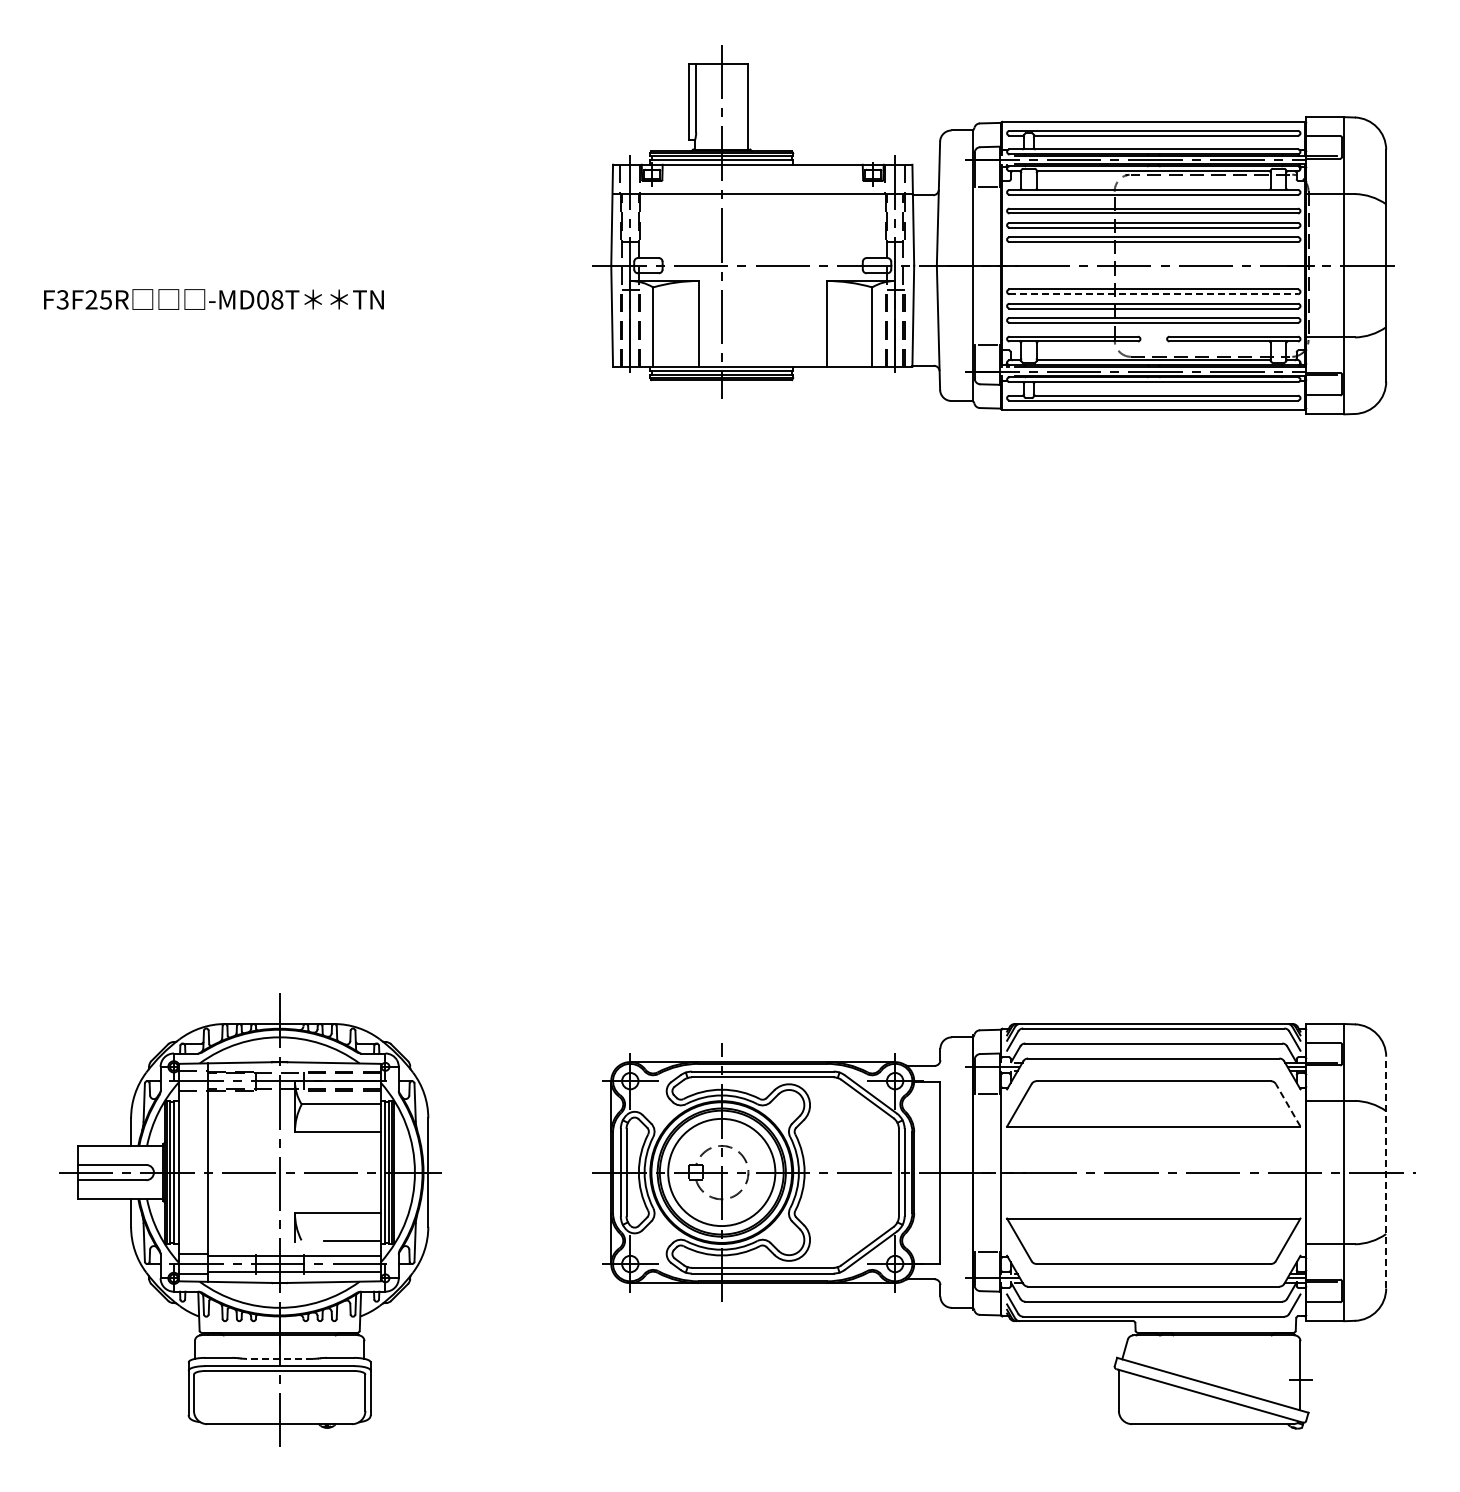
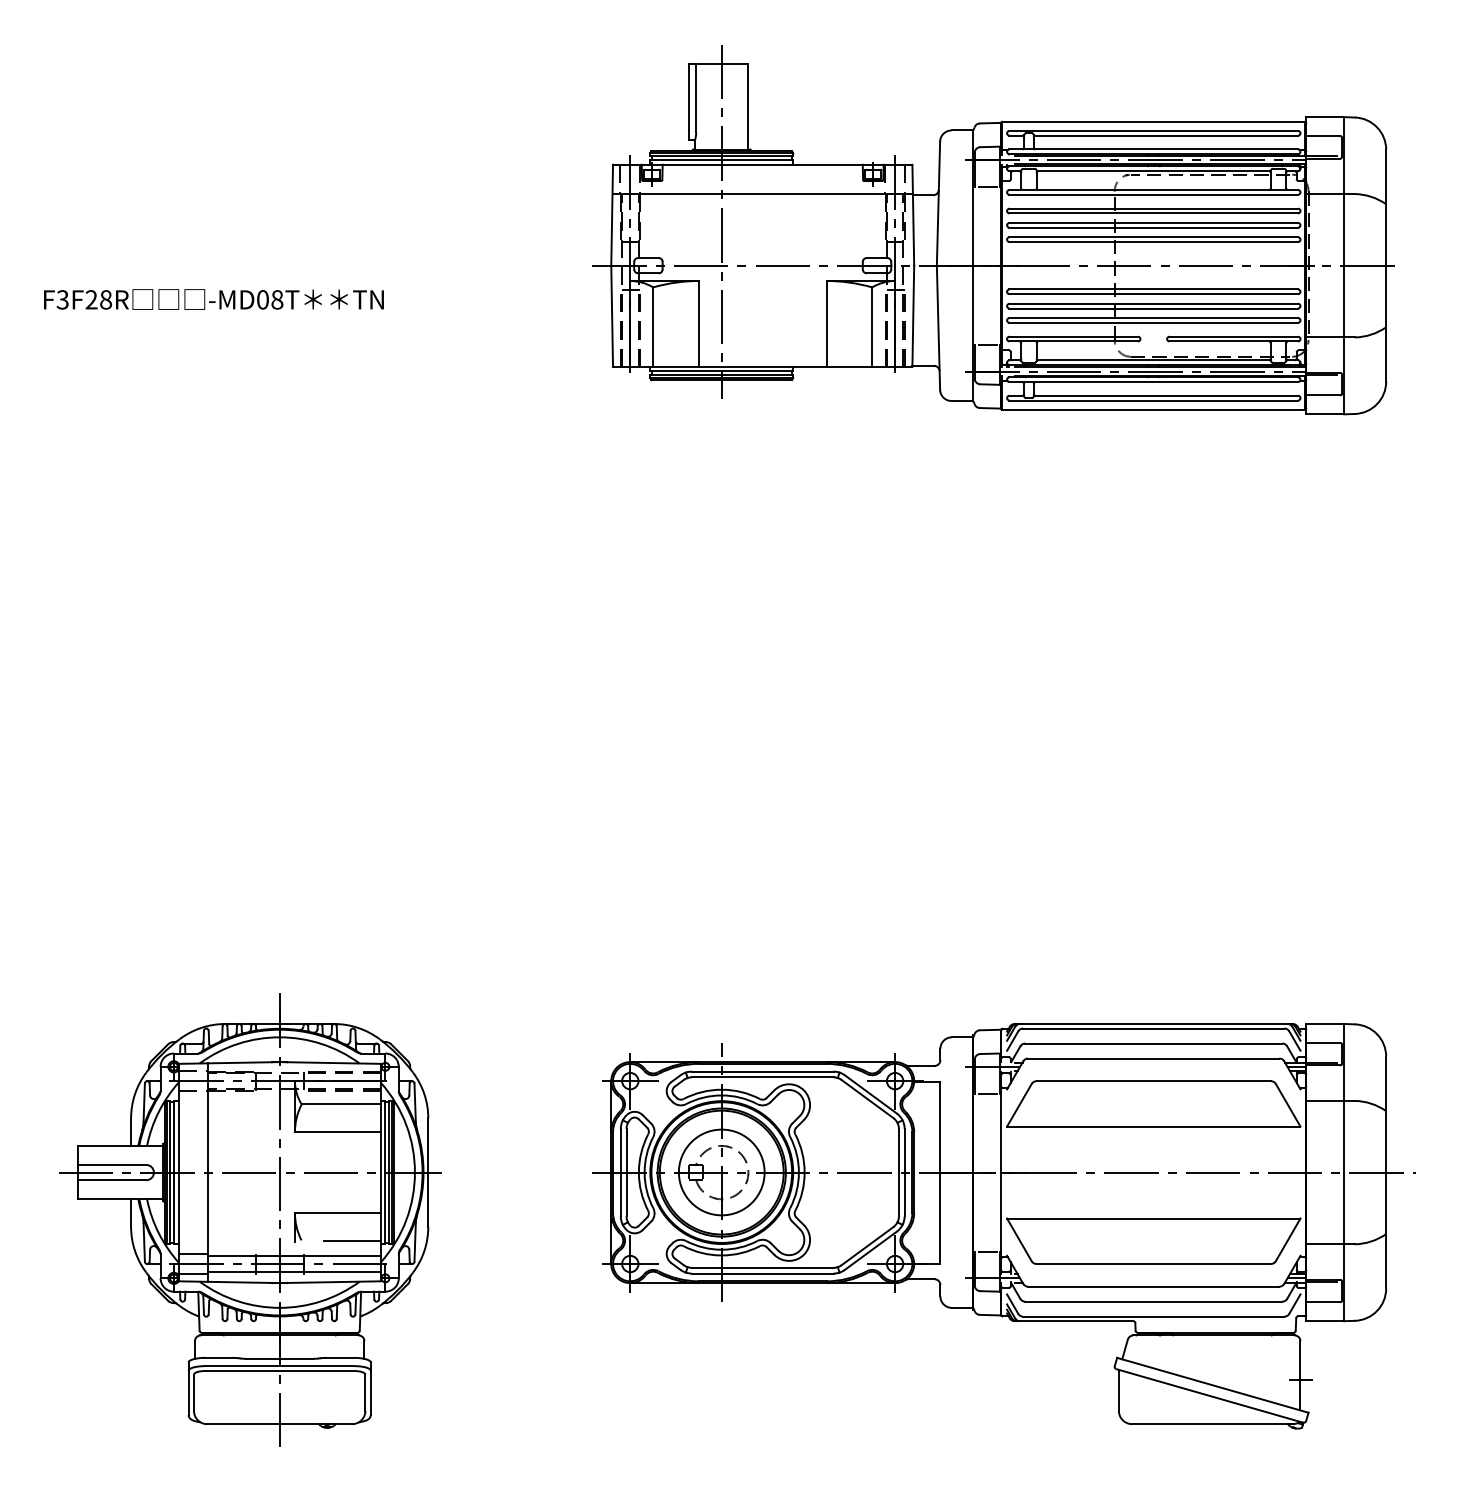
line at (1154, 294): dashed -> solid
text at (105, 299): F3F25R -> F3F28R
line at (1288, 1105): dashed -> solid
circle at (721, 1172) diameter: 107 px -> 86 px
line at (1386, 1172): dashed -> solid
line at (279, 1358): dashed -> solid
